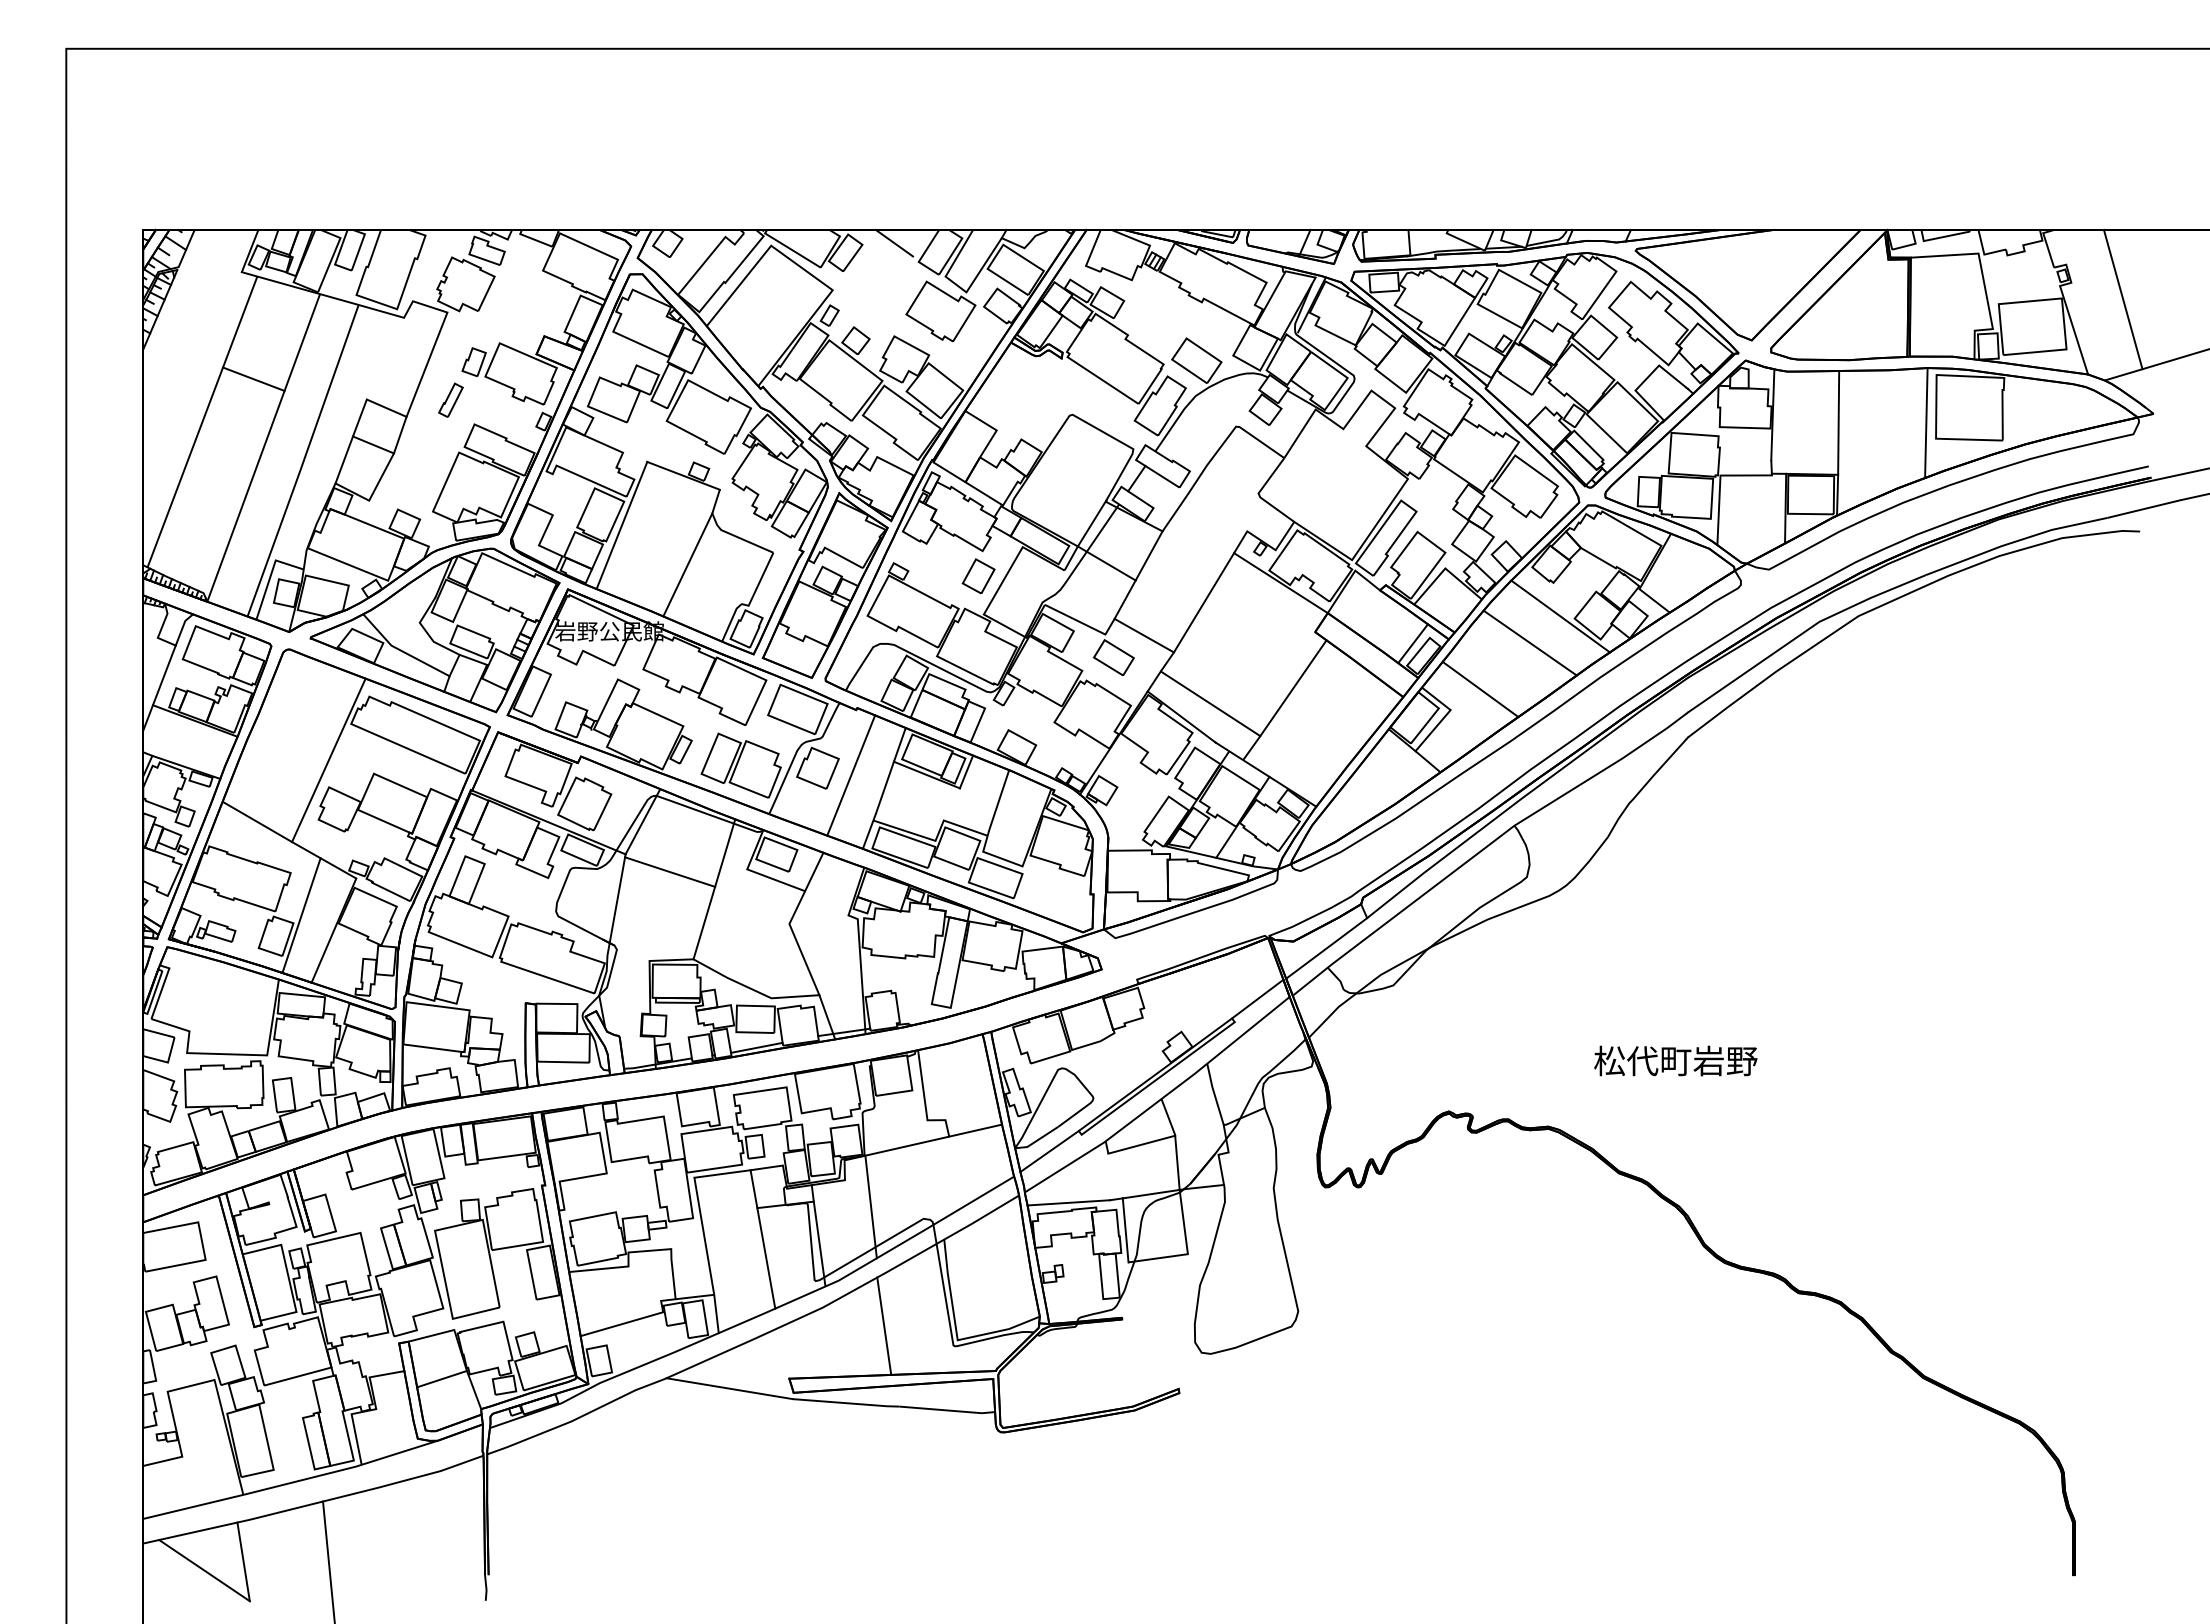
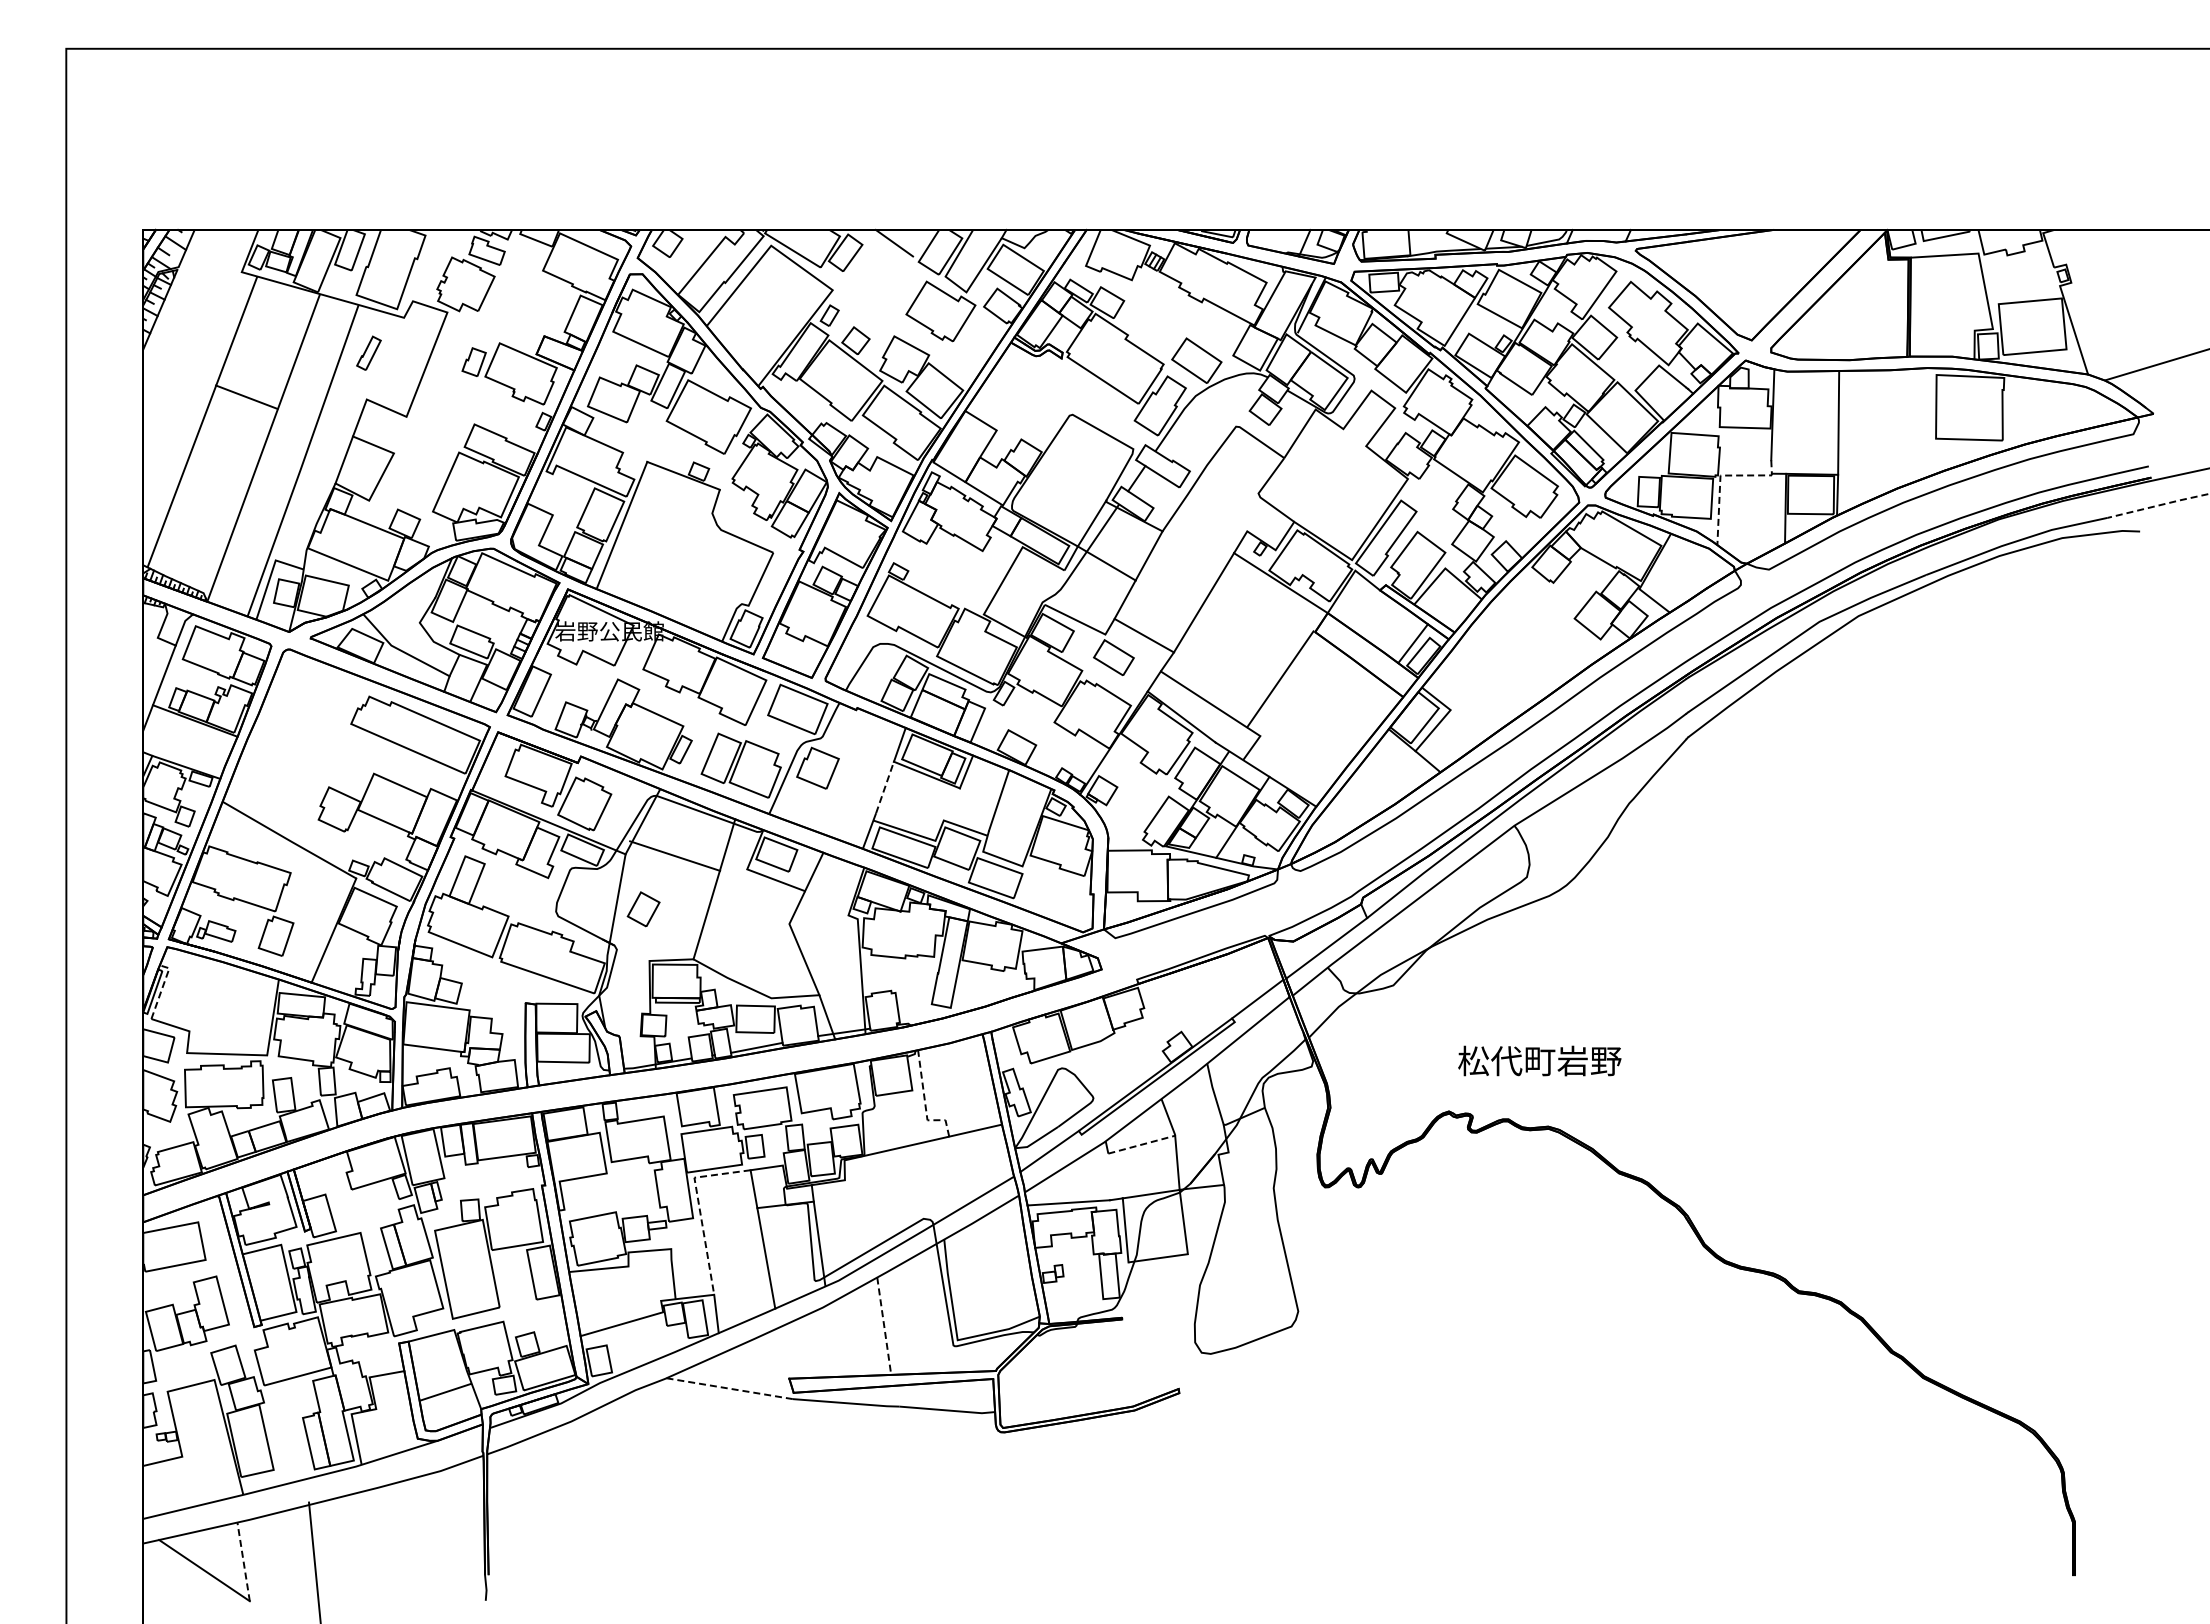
line at (2122, 299): present -> none
line at (253, 378) position: (253, 378) -> (246, 396)
part at (450, 399) position: (450, 399) -> (368, 352)
line at (1926, 423): present -> none
line at (399, 434): present -> none
line at (1720, 475): solid -> dashed
line at (2158, 505): solid -> dashed
line at (687, 564): present -> none
part at (978, 576) position: (978, 576) -> (643, 909)
line at (1560, 616): present -> none
line at (1529, 642): present -> none
line at (1293, 688) position: (1293, 688) -> (1280, 679)
line at (1480, 689): present -> none
line at (328, 760): present -> none
line at (851, 775): present -> none
line at (885, 787): solid -> dashed
line at (670, 871) position: (670, 871) -> (675, 855)
line at (301, 915): present -> none
line at (162, 988): solid -> dashed
text at (1675, 1060) position: (1675, 1060) -> (1539, 1060)
line at (925, 1103): solid -> dashed
line at (1141, 1144): solid -> dashed
line at (870, 1206): present -> none
line at (699, 1208): solid -> dashed
line at (884, 1326): solid -> dashed
line at (441, 1378) position: (441, 1378) -> (445, 1391)
line at (729, 1388): solid -> dashed
line at (328, 1560) position: (328, 1560) -> (314, 1561)
line at (243, 1561): solid -> dashed
